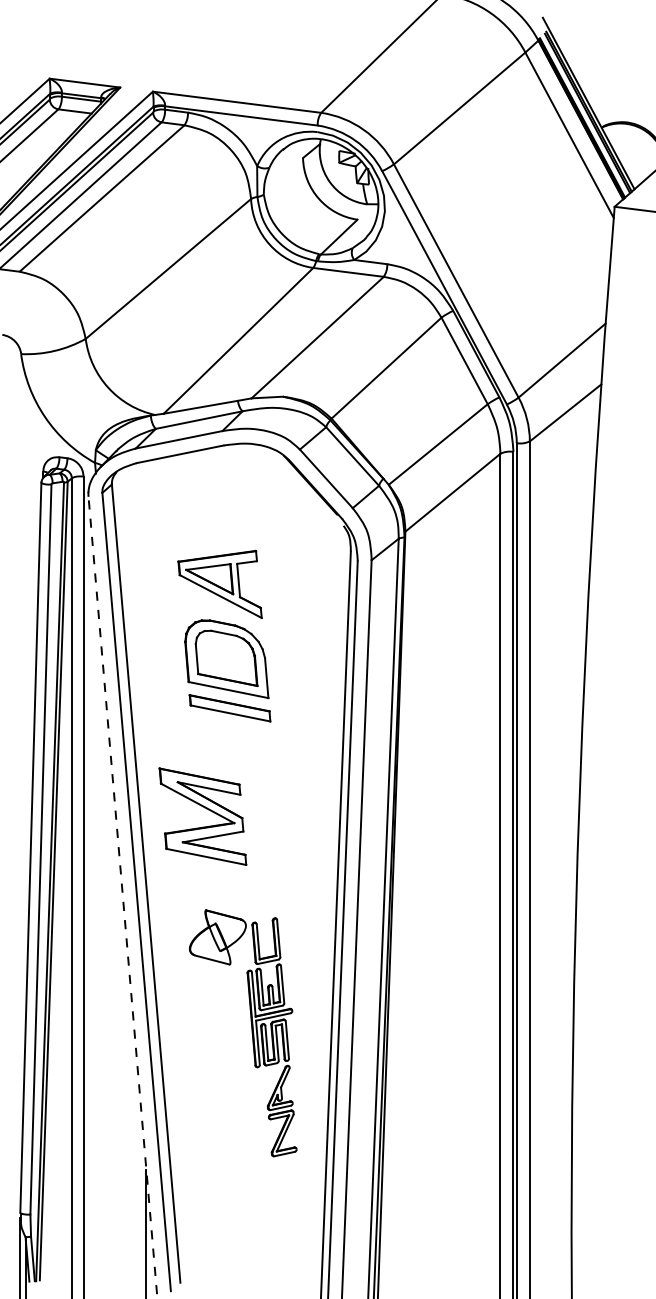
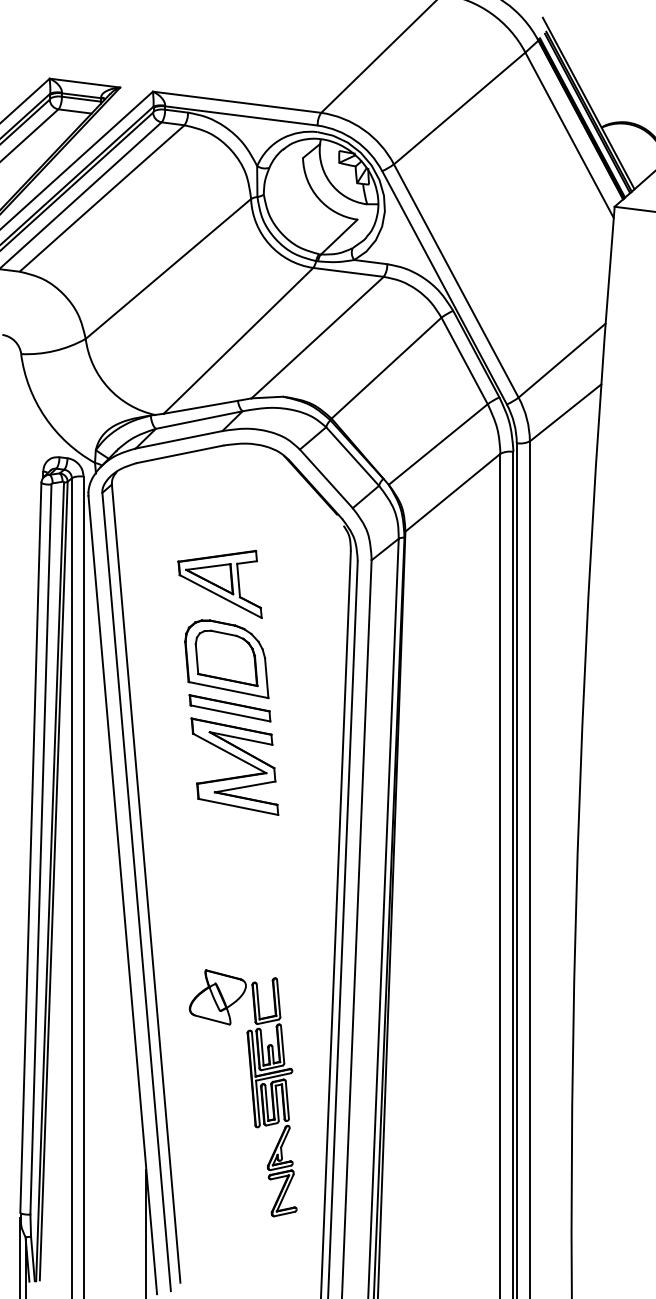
part at (206, 809) position: (206, 809) -> (238, 759)
line at (122, 895): dashed -> solid
part at (251, 1033) position: (251, 1033) -> (251, 1093)
